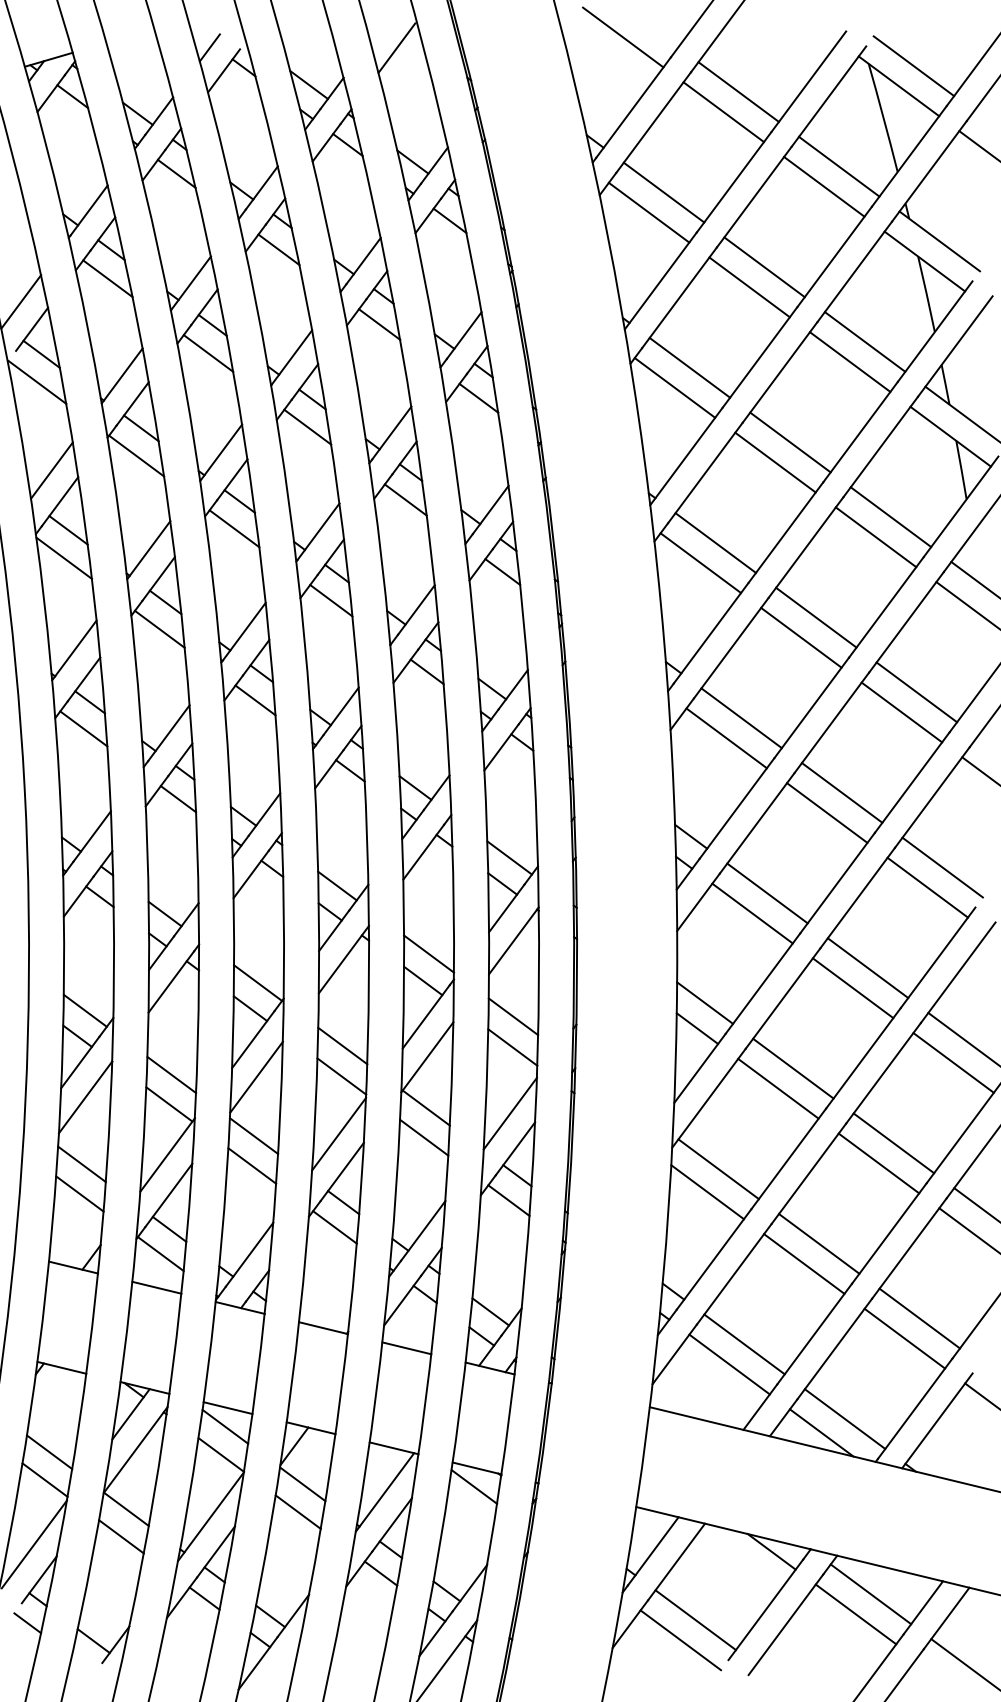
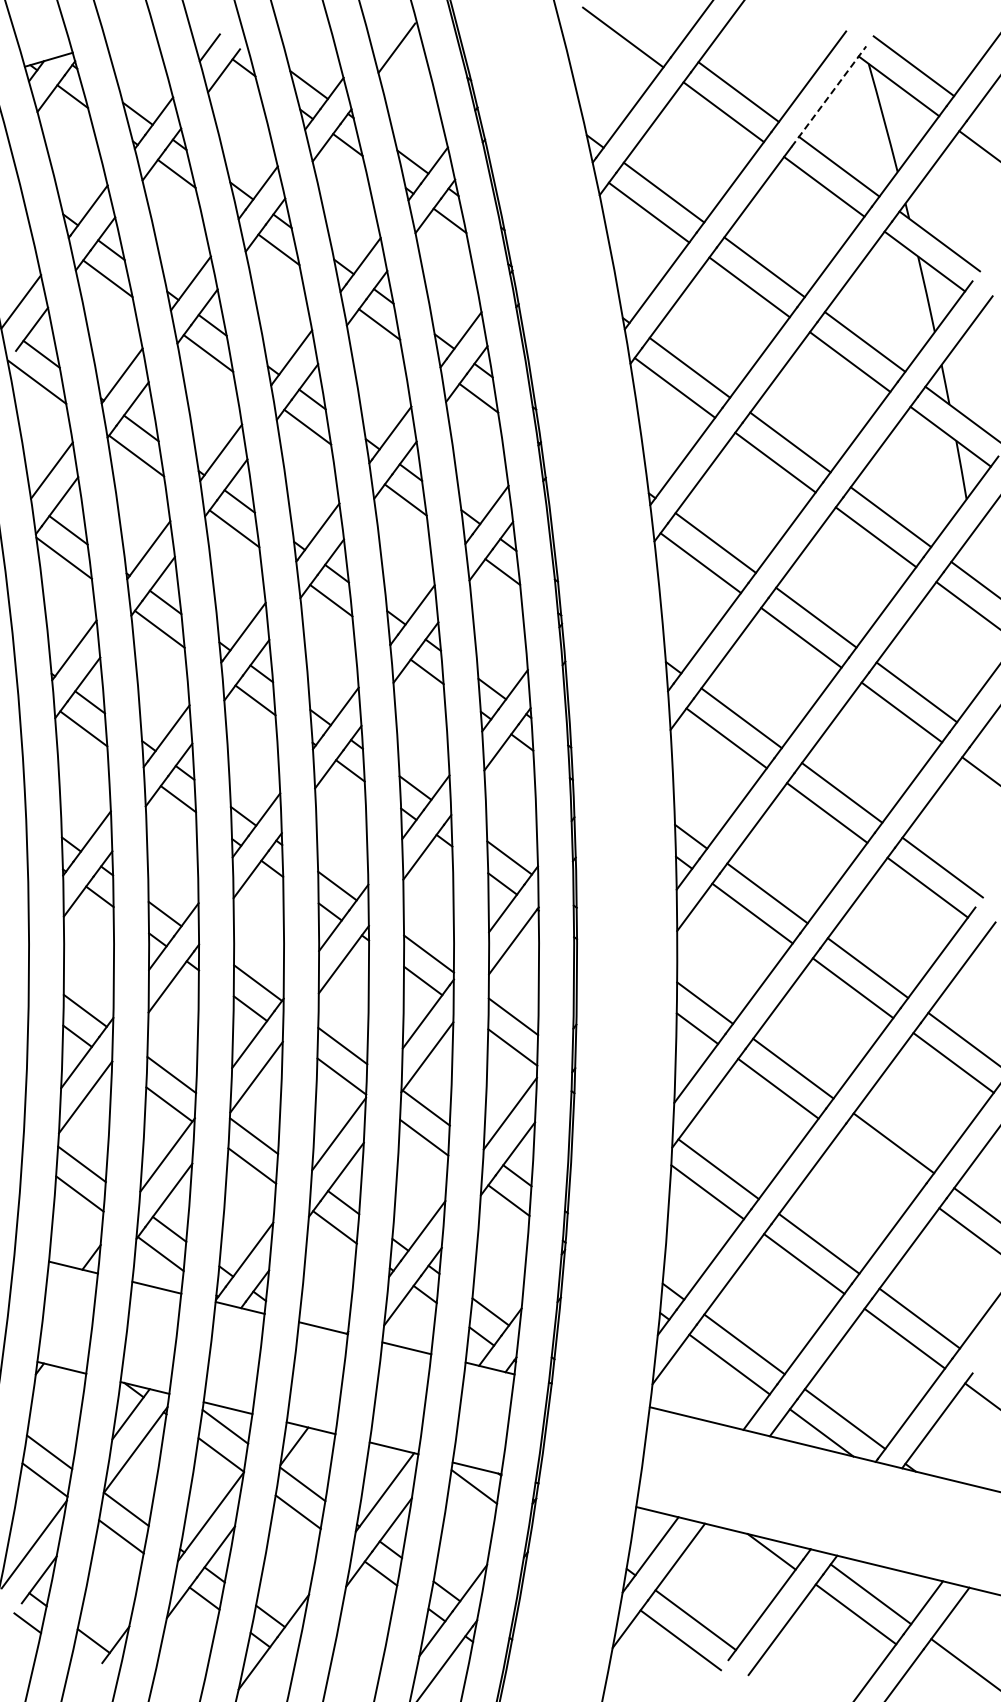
line at (828, 96): solid -> dashed
line at (878, 1163): present -> none
